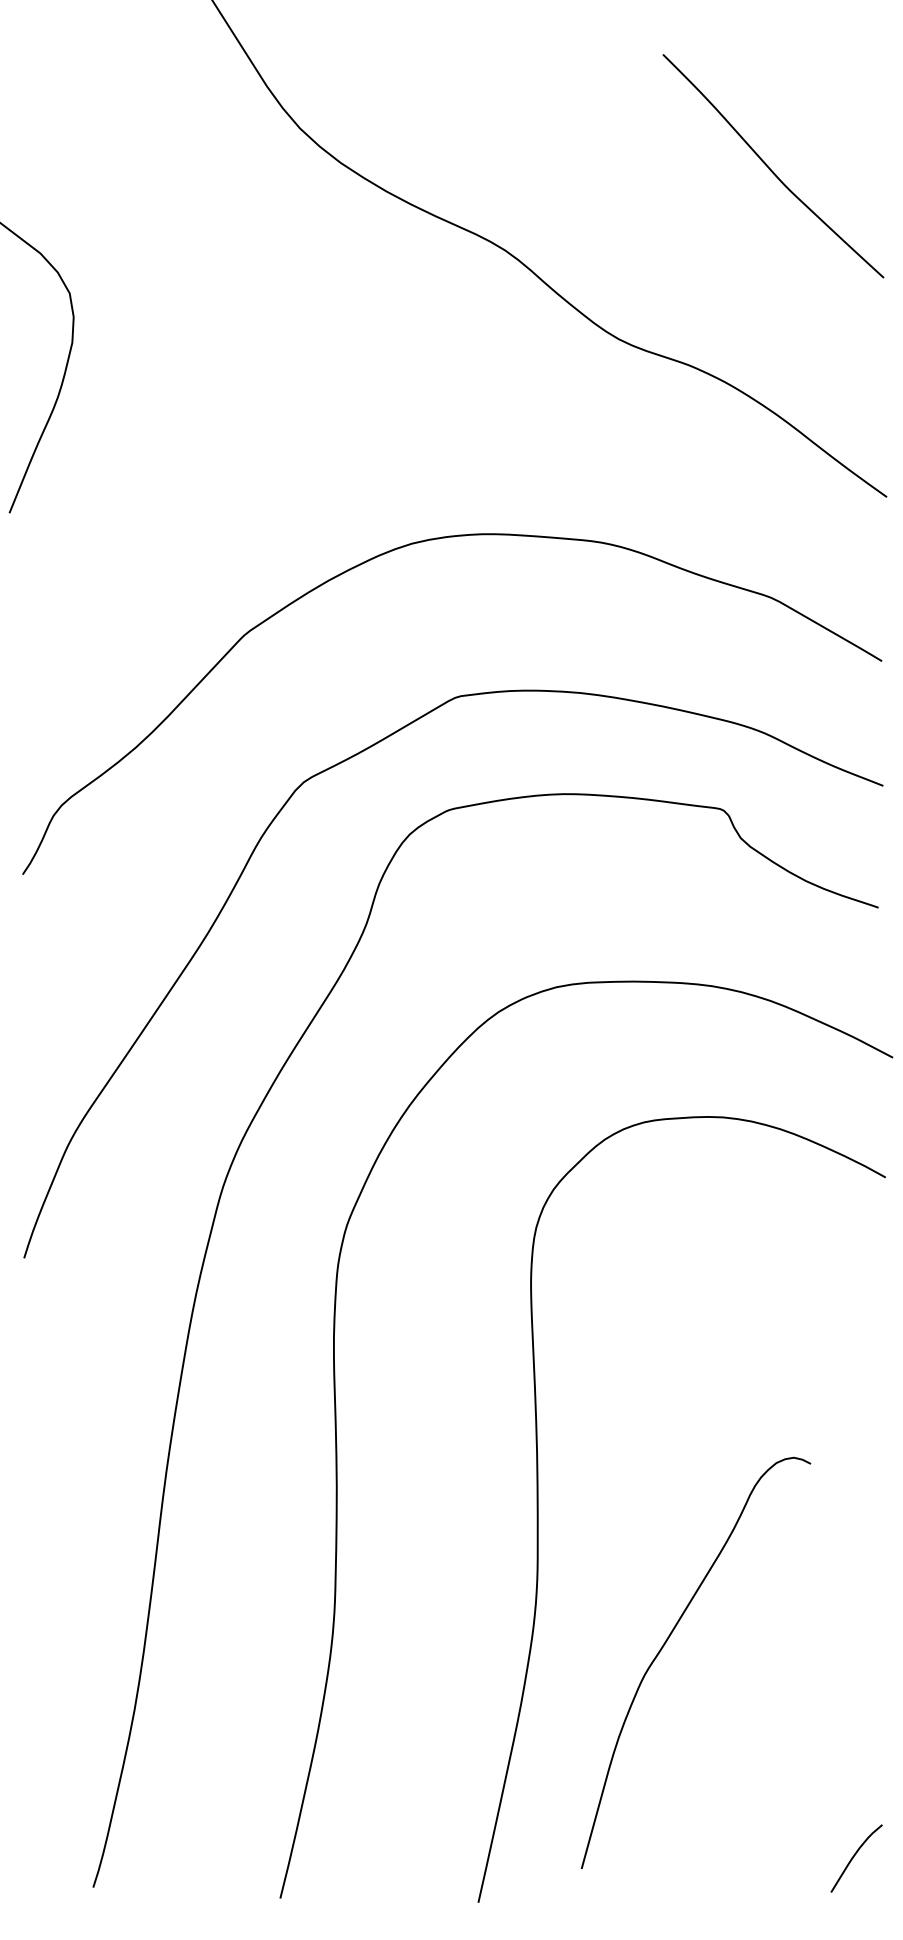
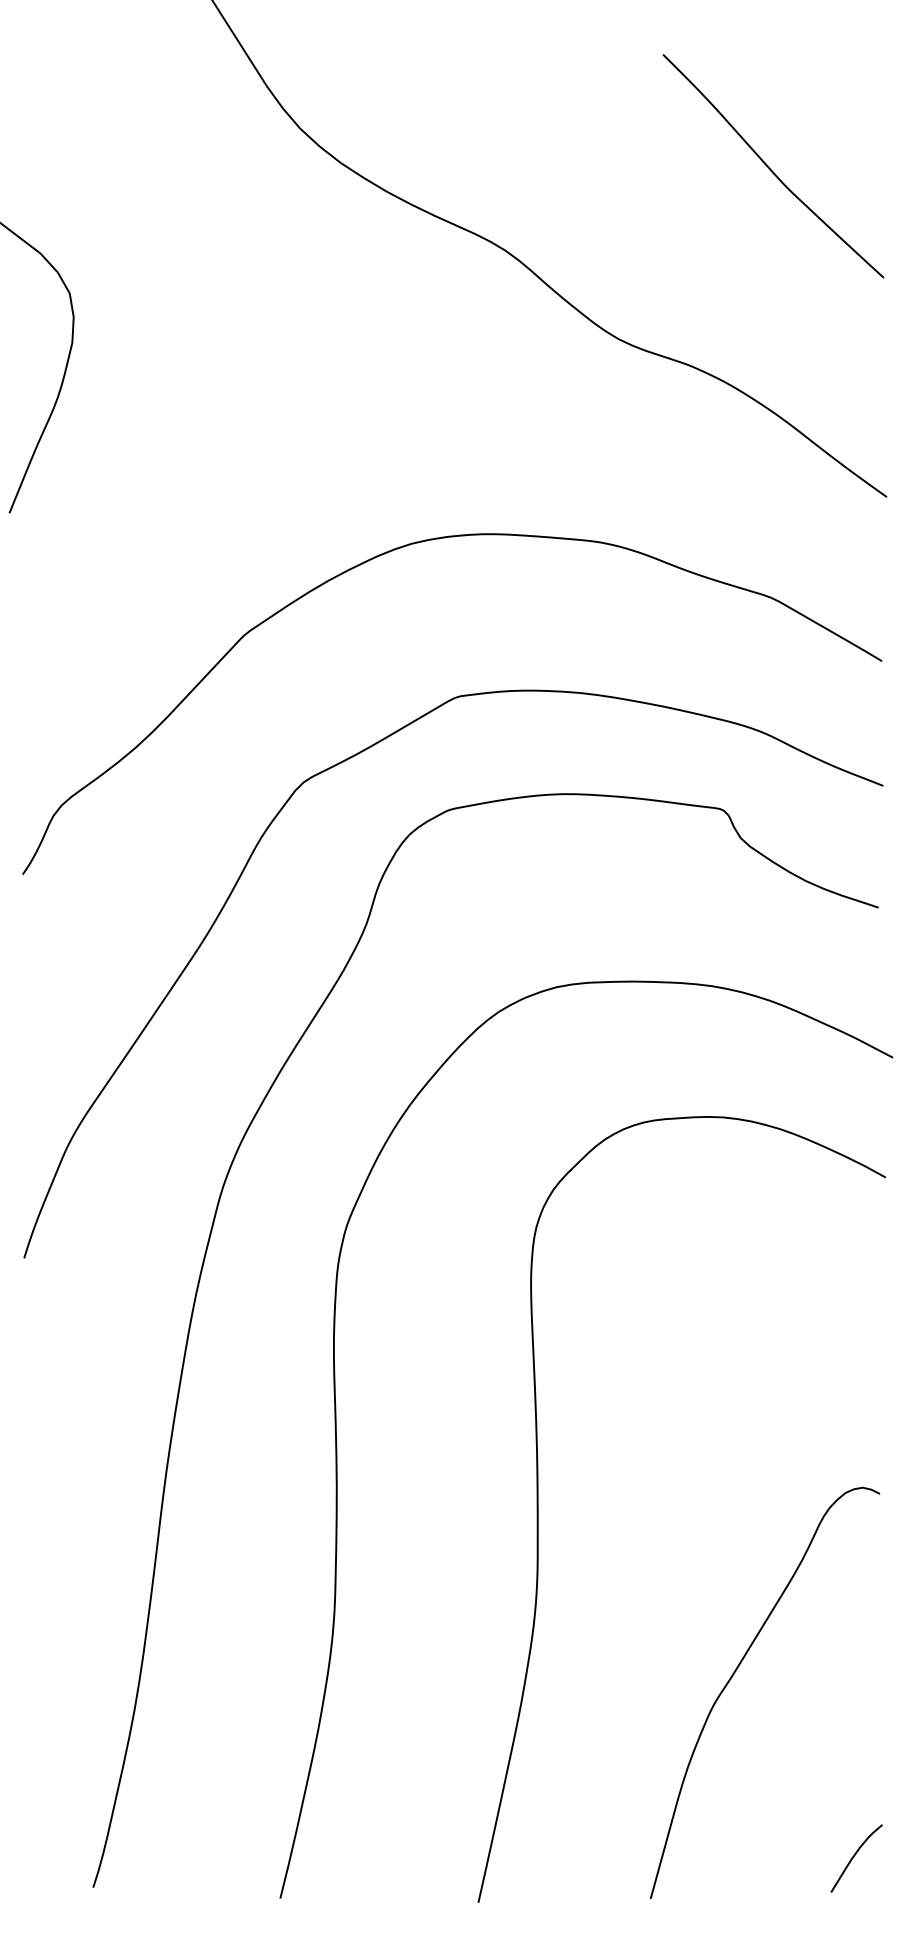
curve at (664, 1646) position: (664, 1646) -> (733, 1676)
